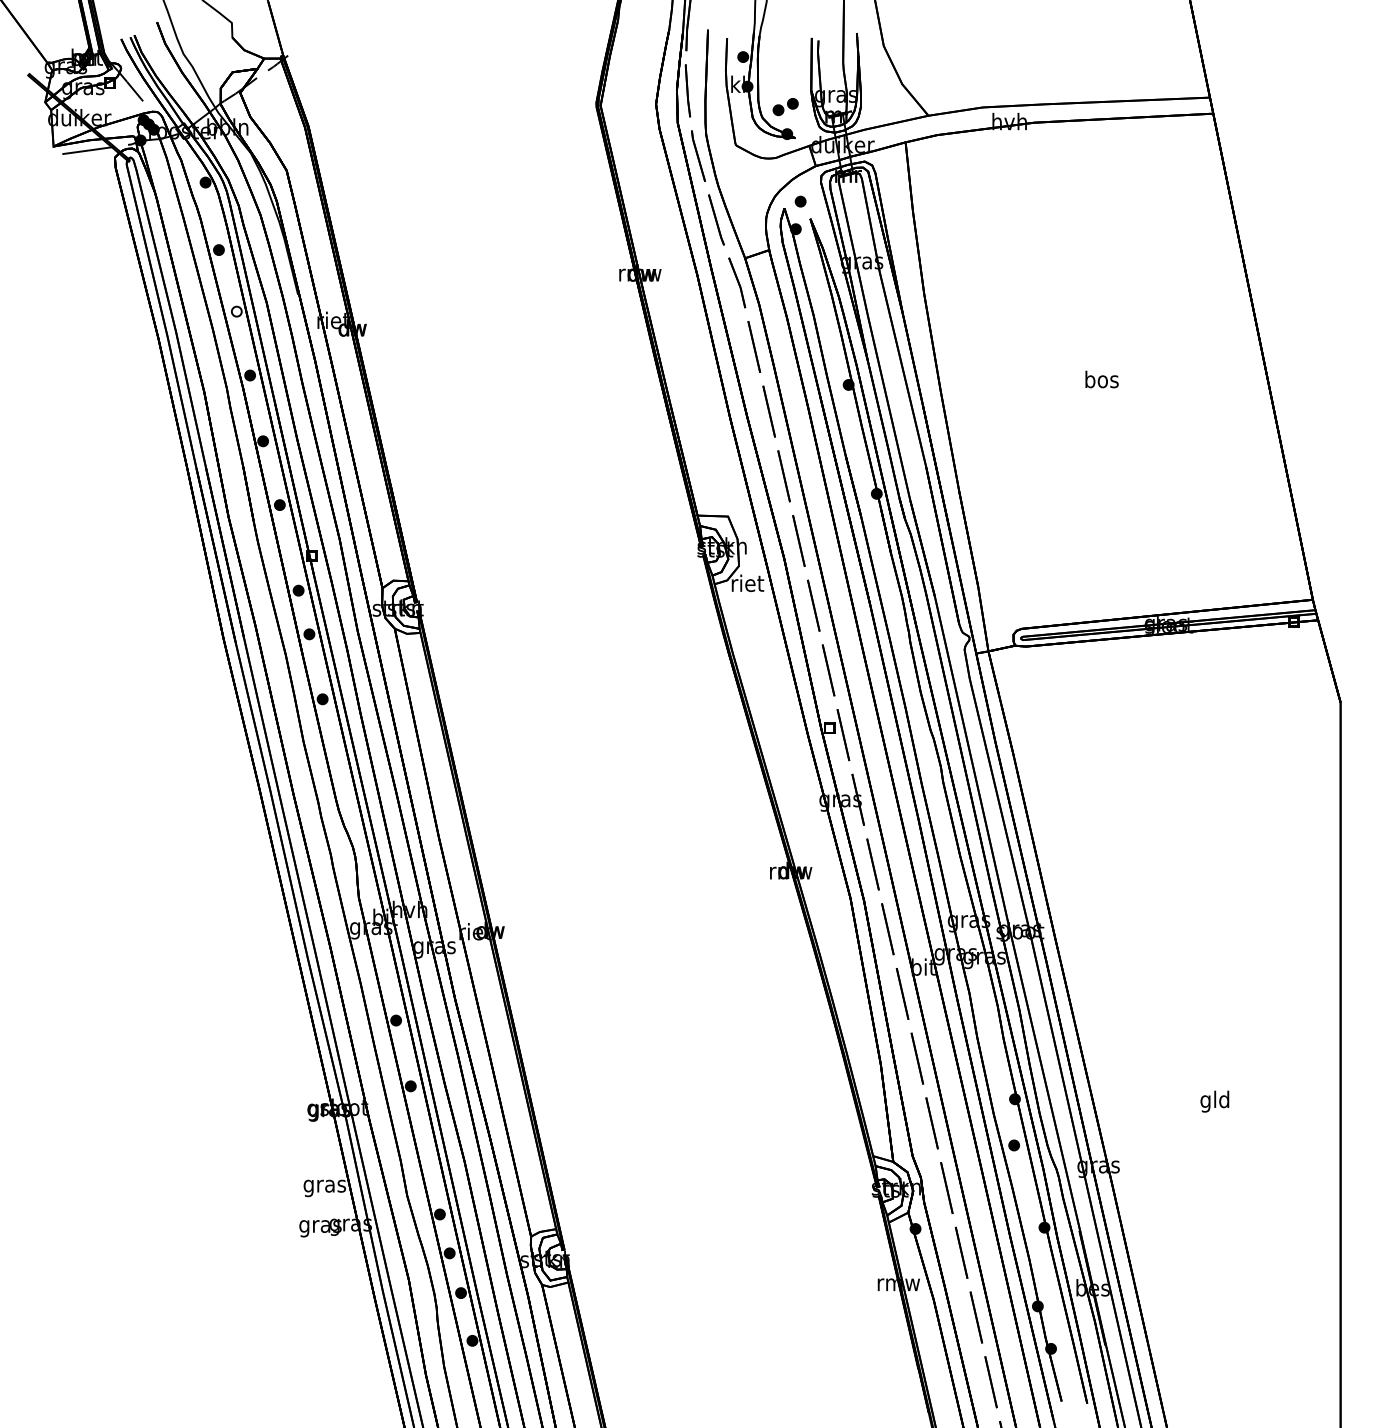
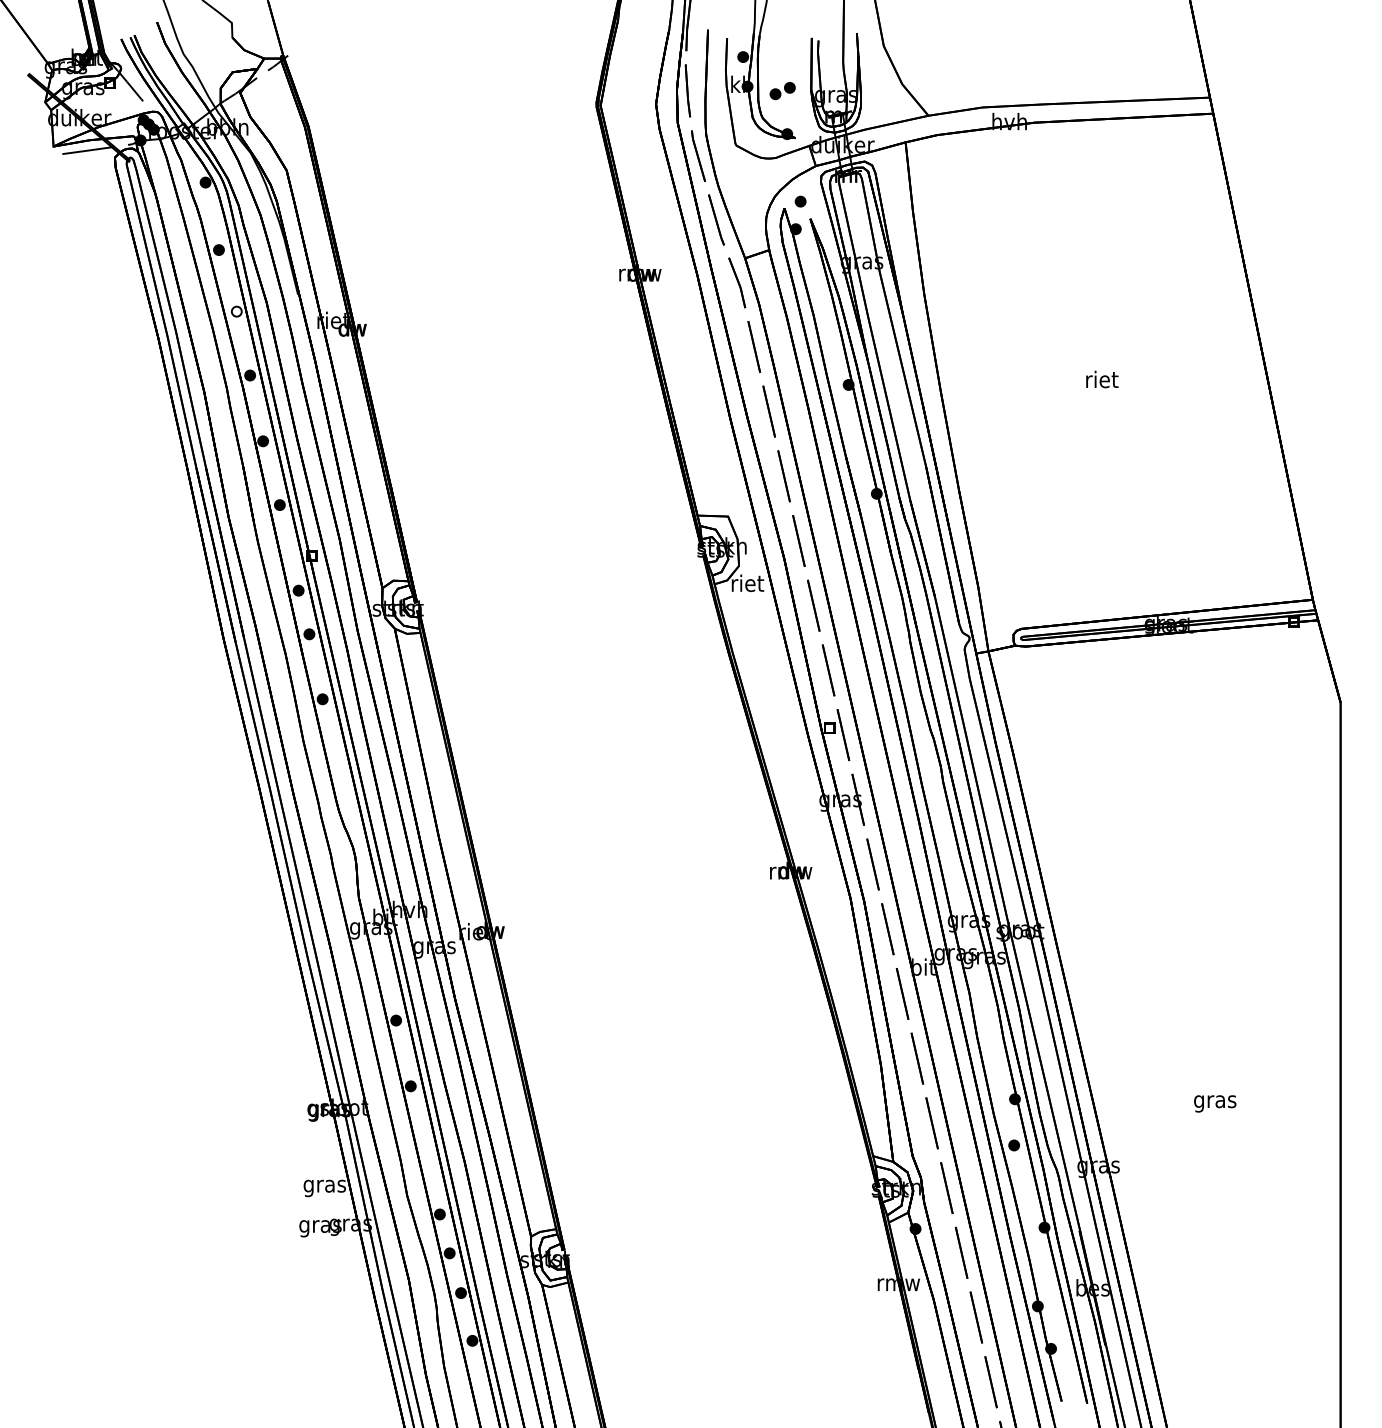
part at (785, 107) position: (785, 107) -> (782, 91)
text at (1101, 379): bos -> riet
text at (1215, 1101): gld -> gras
